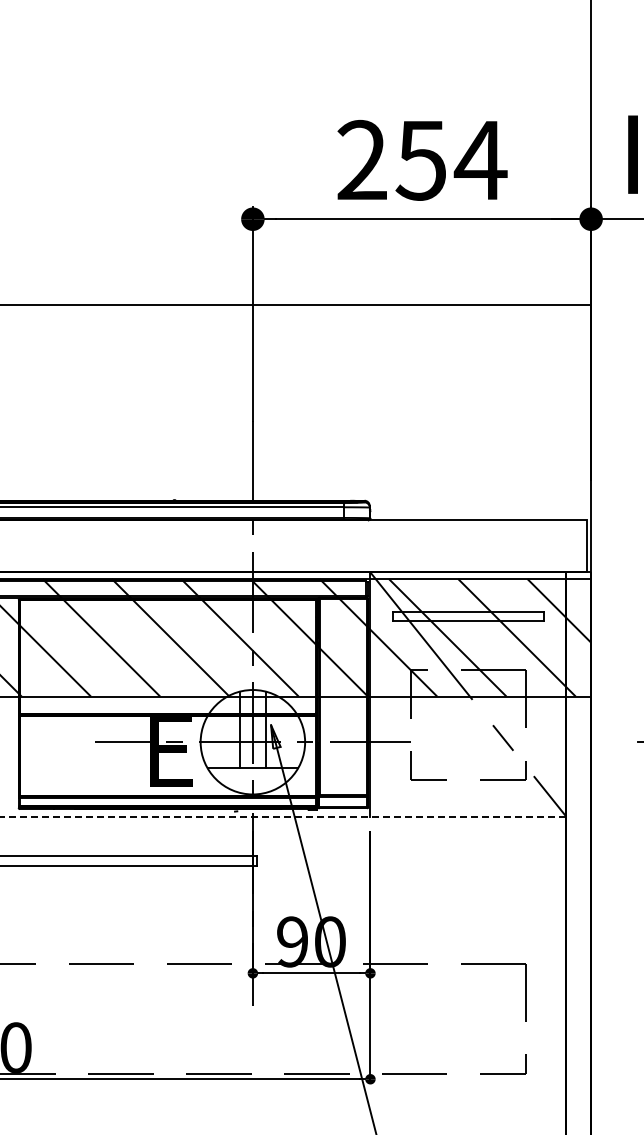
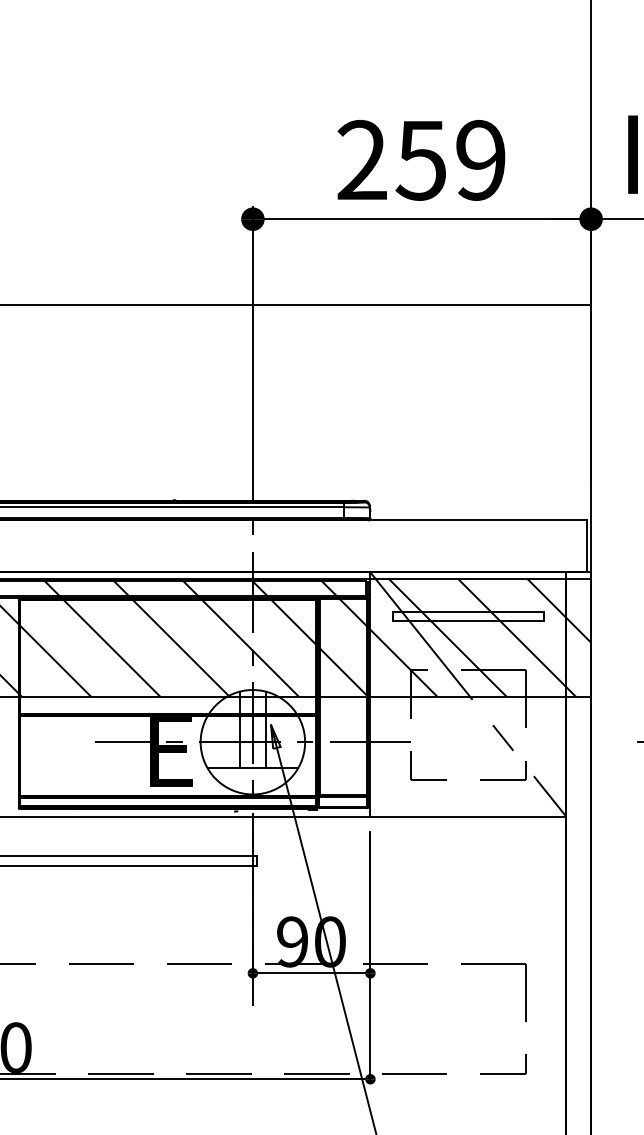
text at (480, 160): 254 -> 259
line at (283, 816): dashed -> solid
